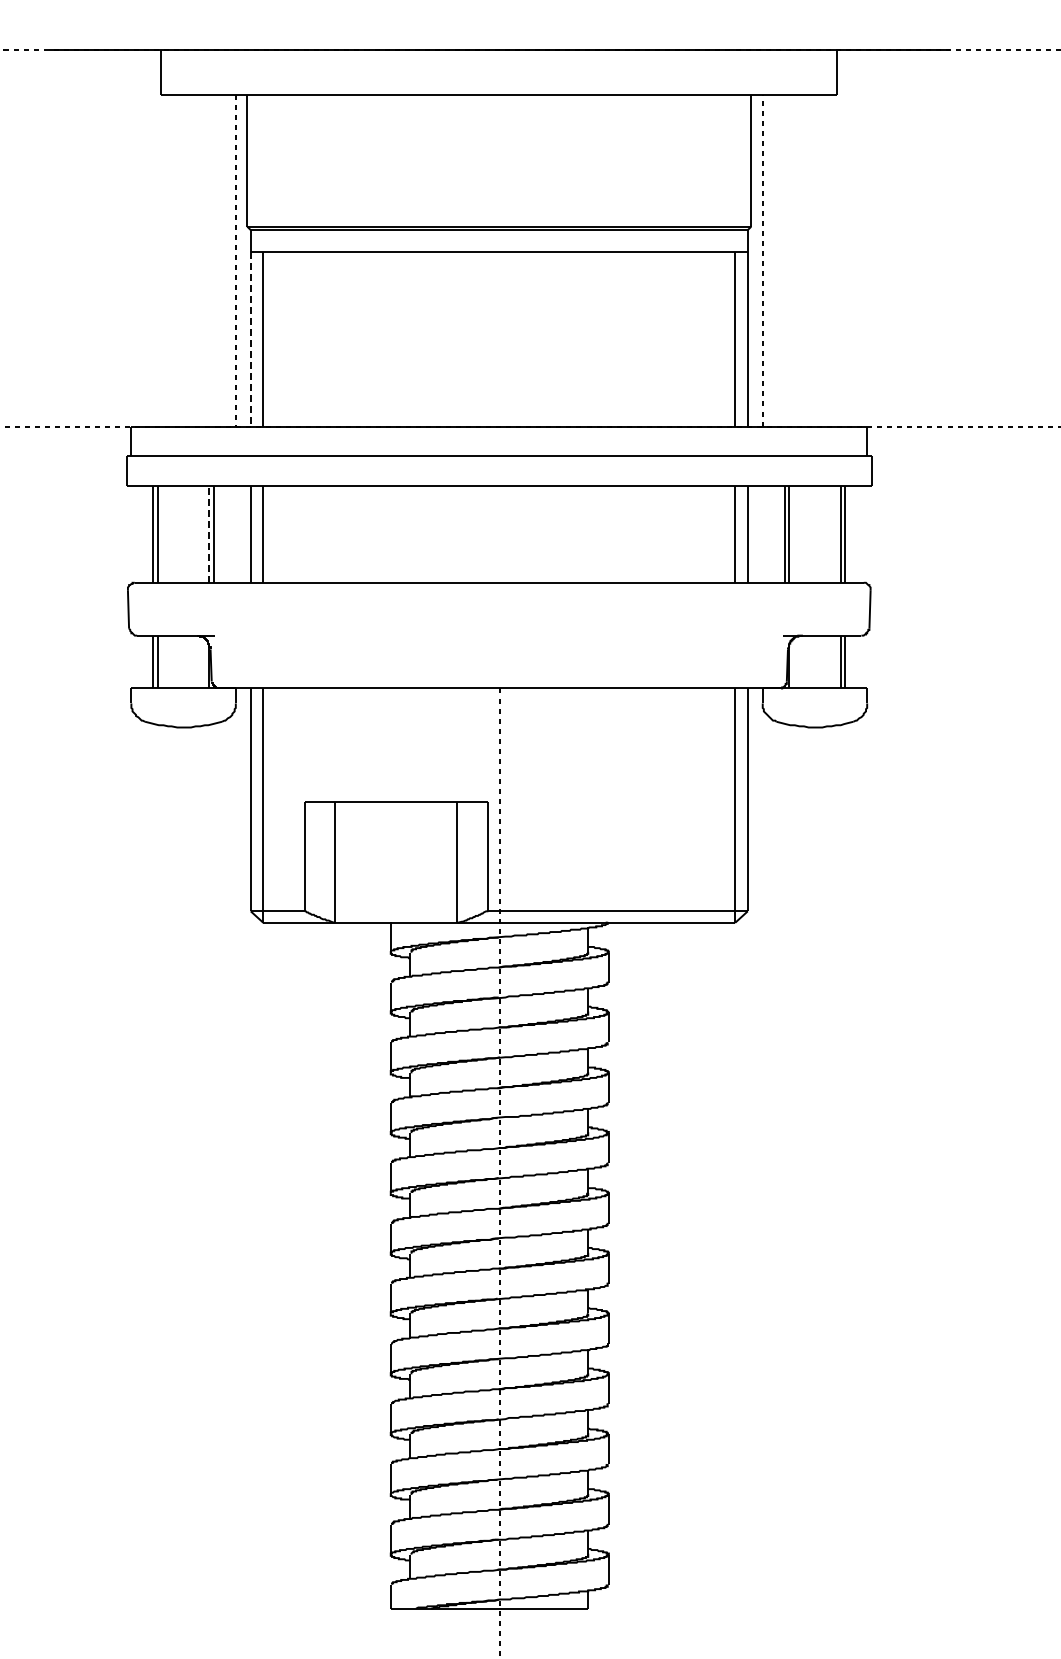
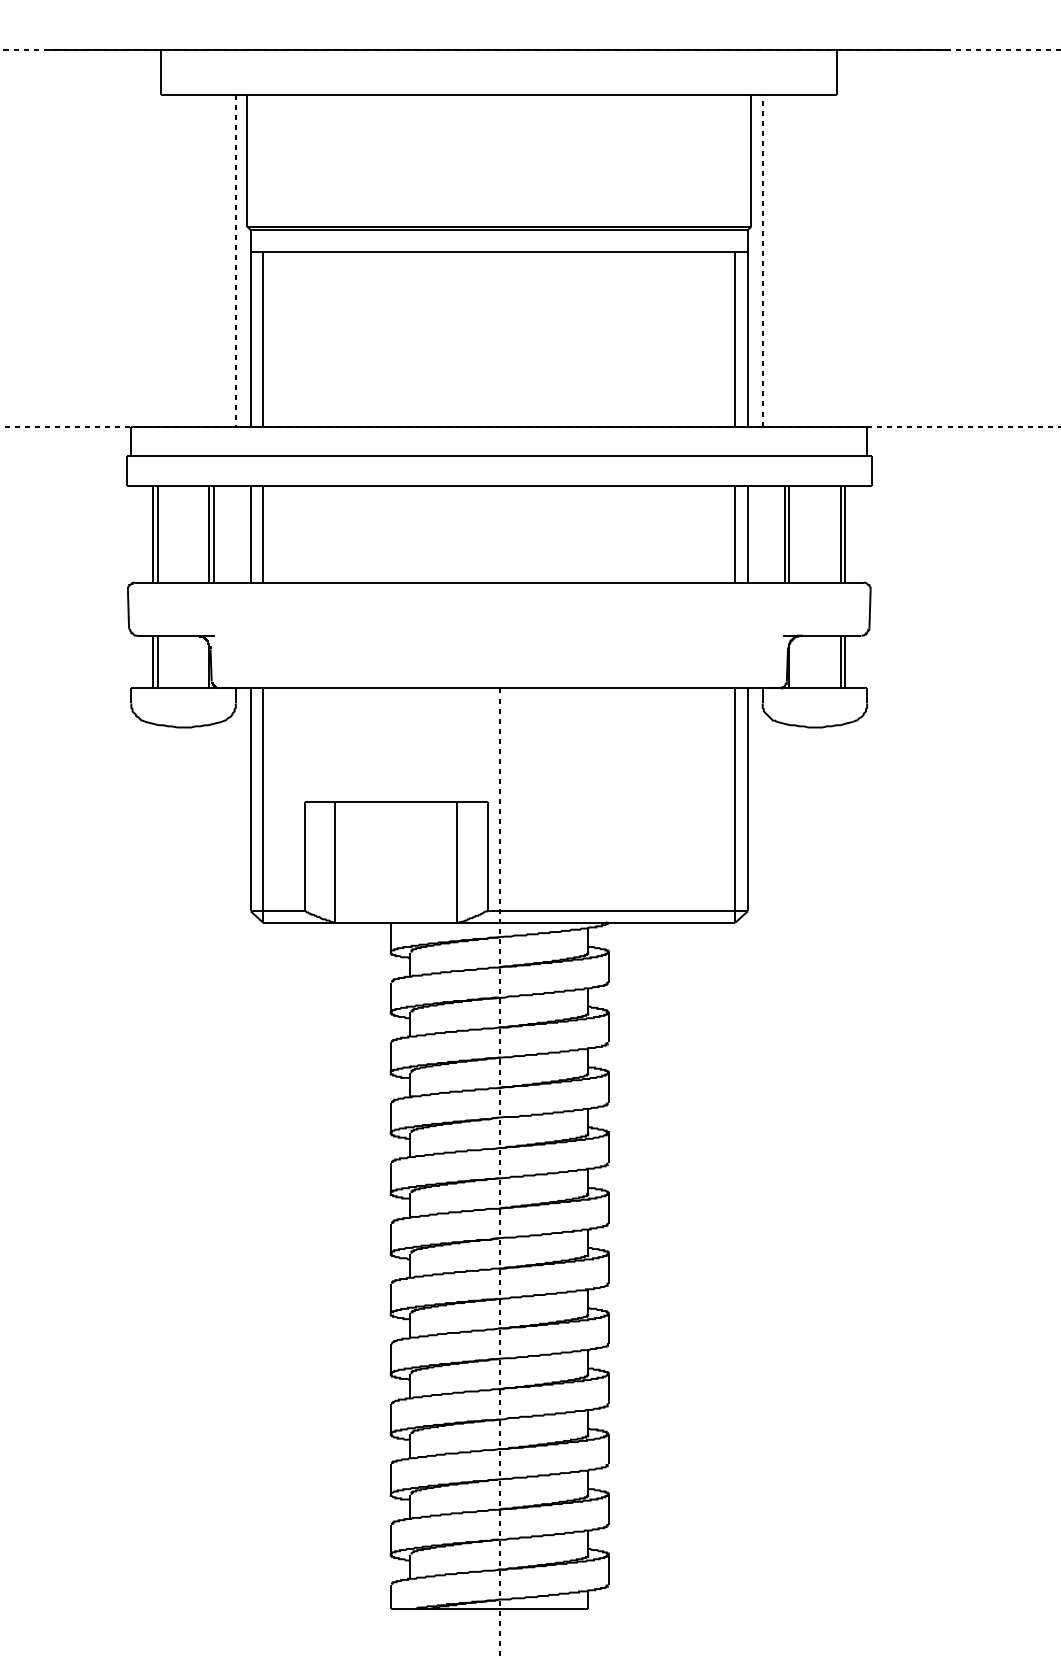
line at (250, 339): dashed -> solid
line at (209, 534): dashed -> solid
